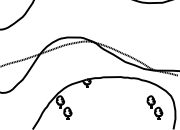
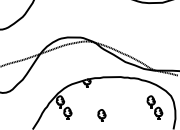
part at (101, 115): none -> present
